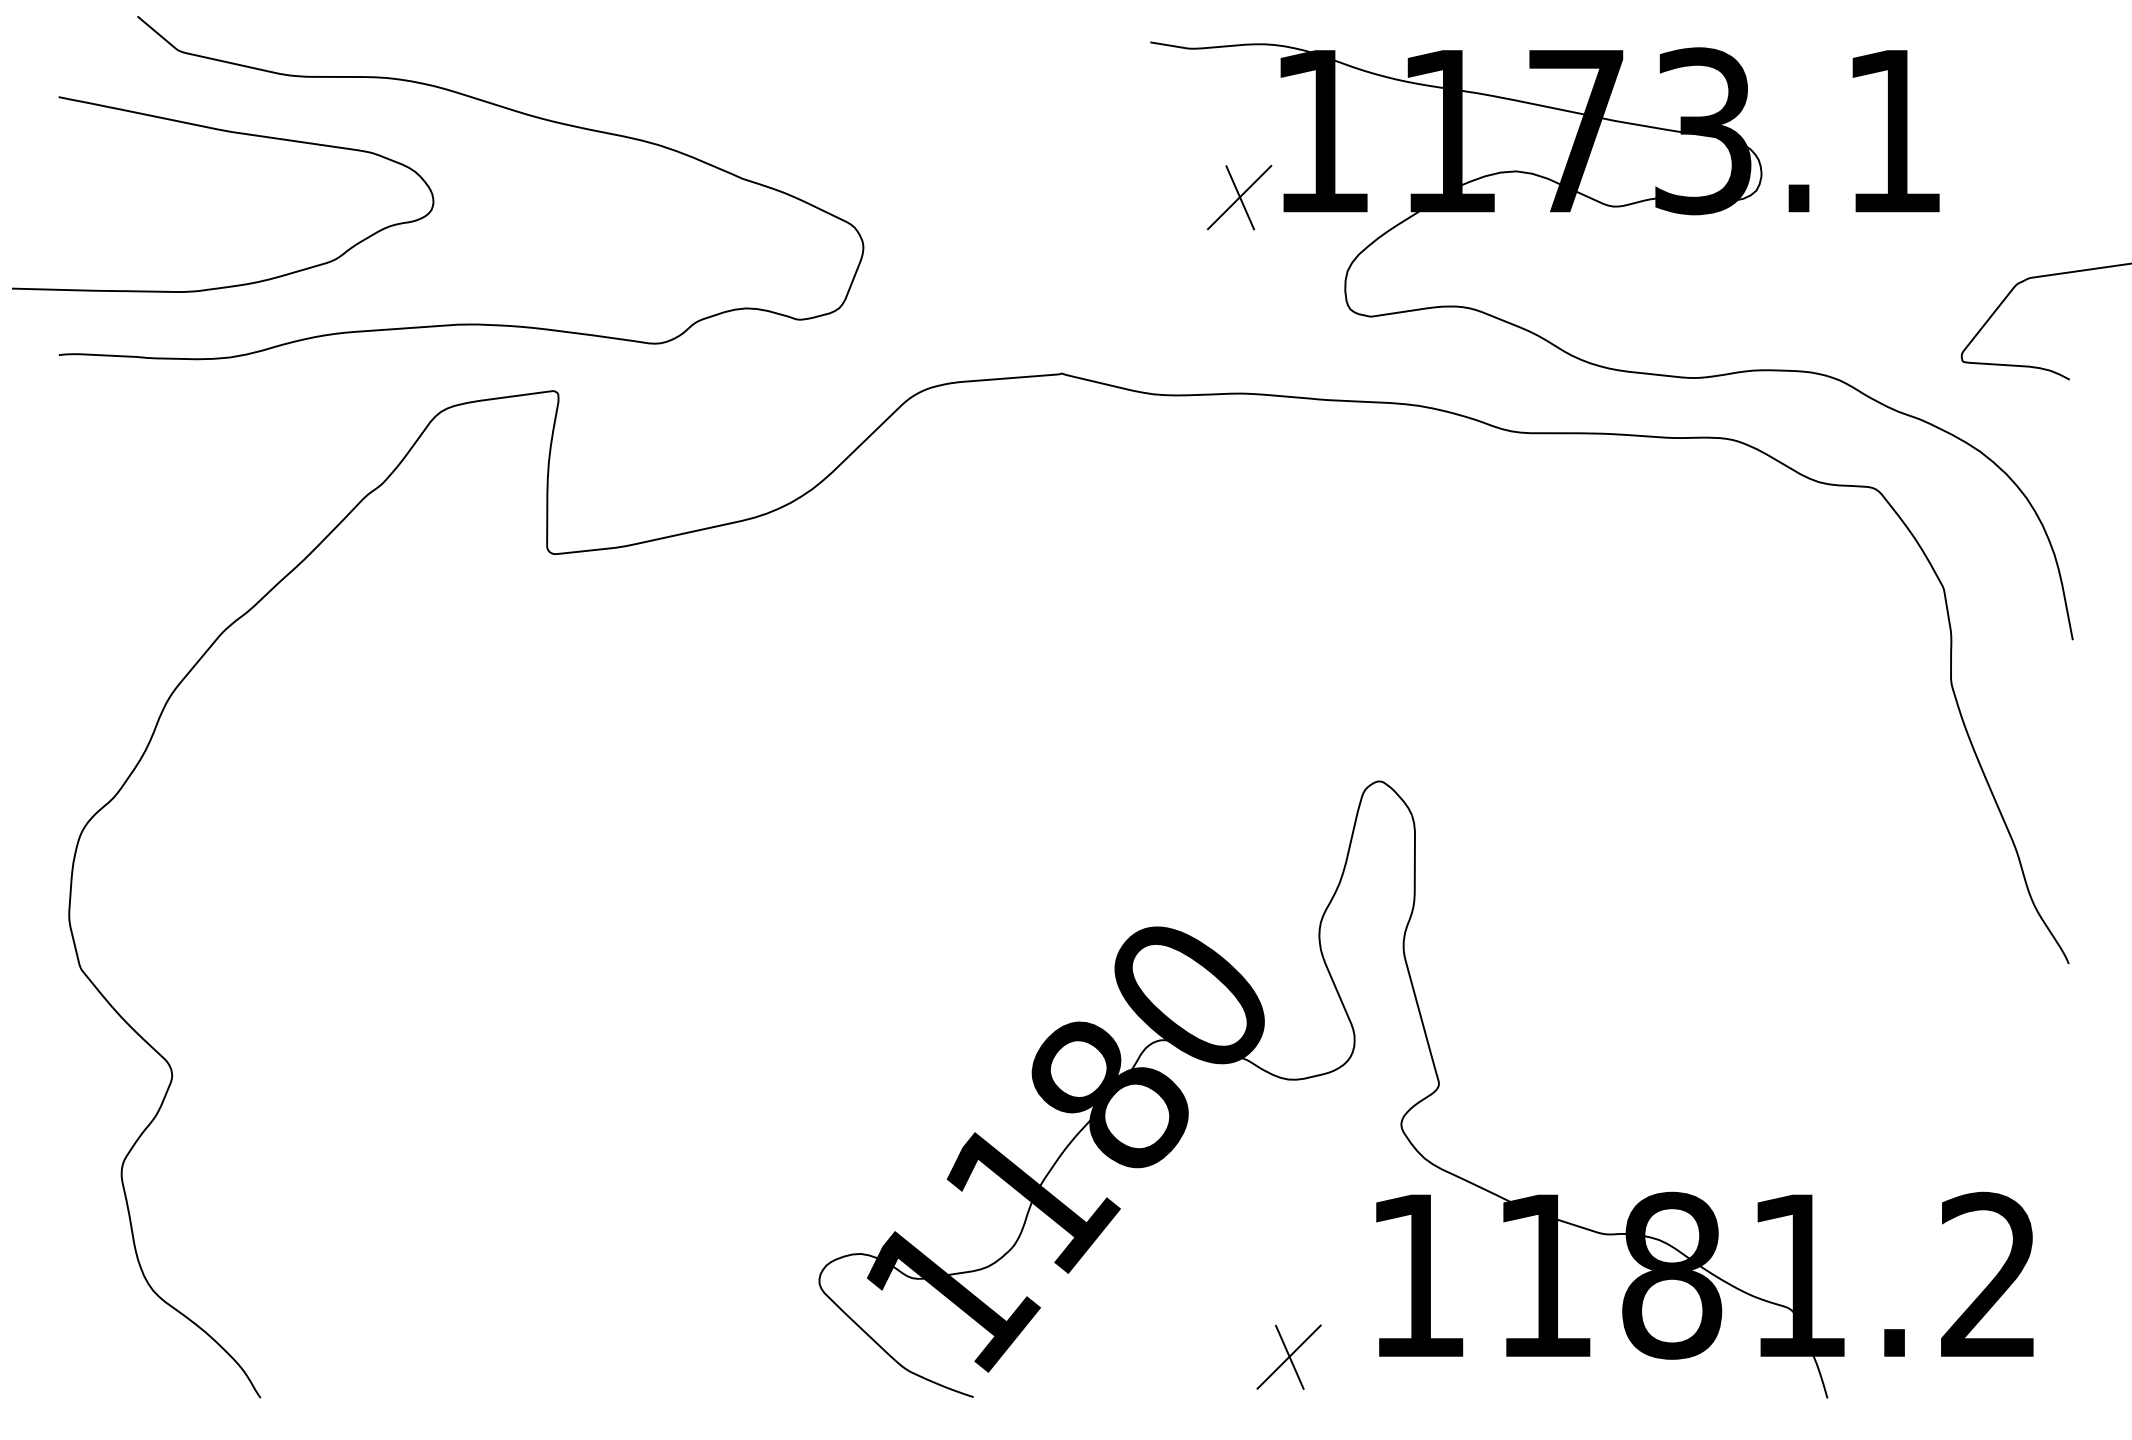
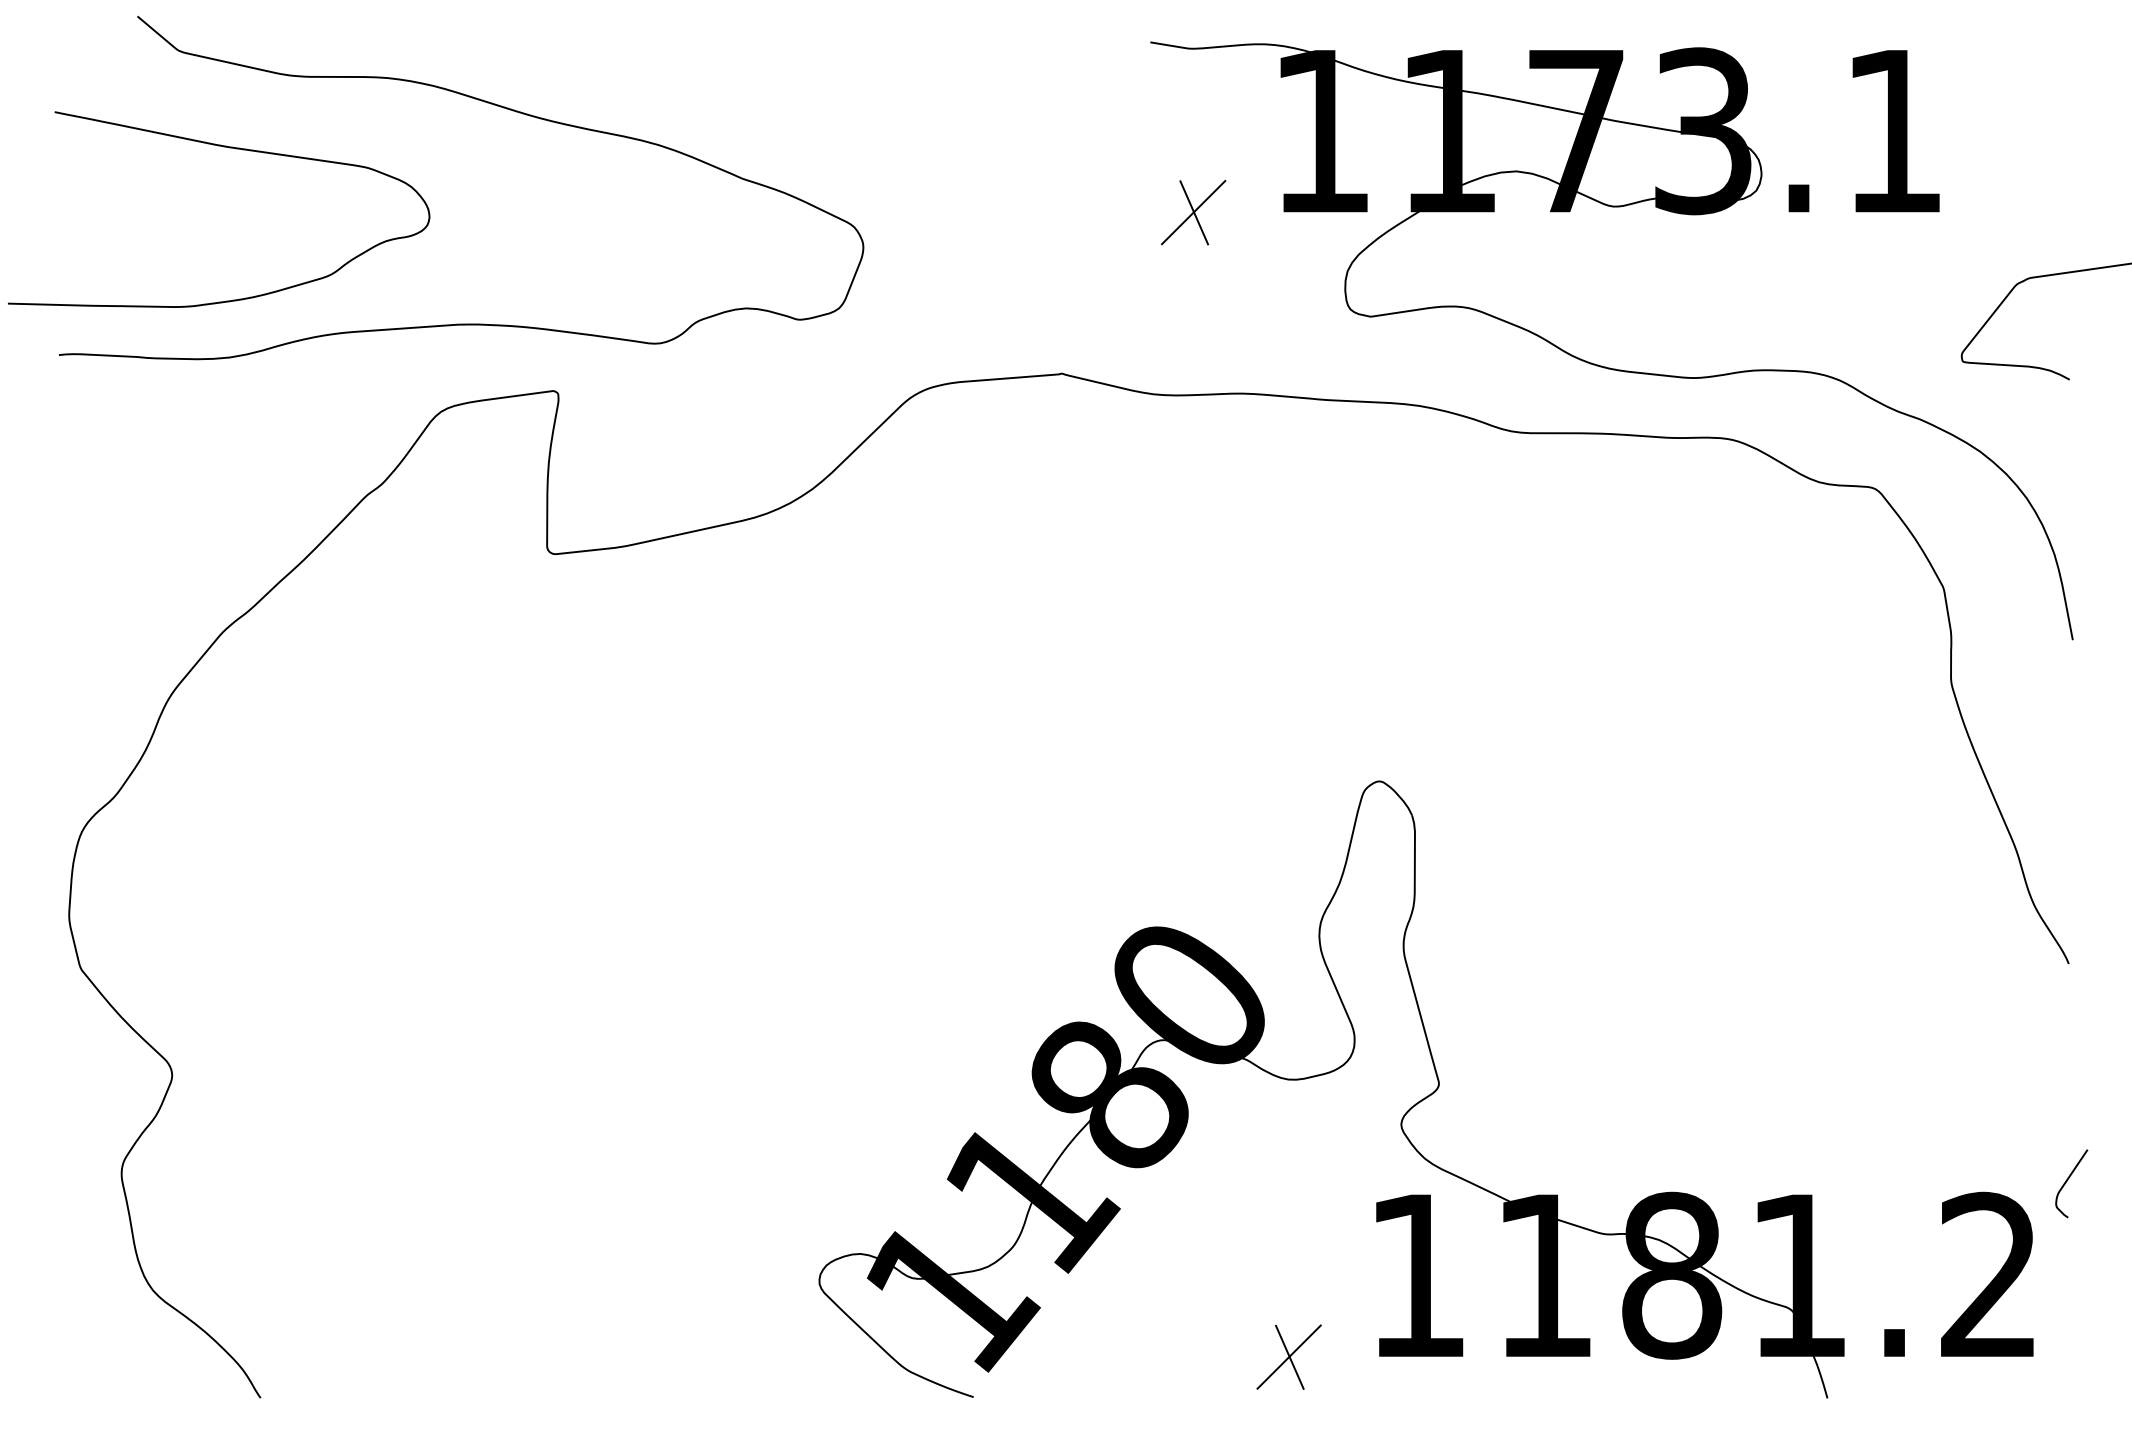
curve at (233, 133) position: (233, 133) -> (229, 148)
part at (1239, 197) position: (1239, 197) -> (1193, 212)
curve at (2068, 1180): none -> present
